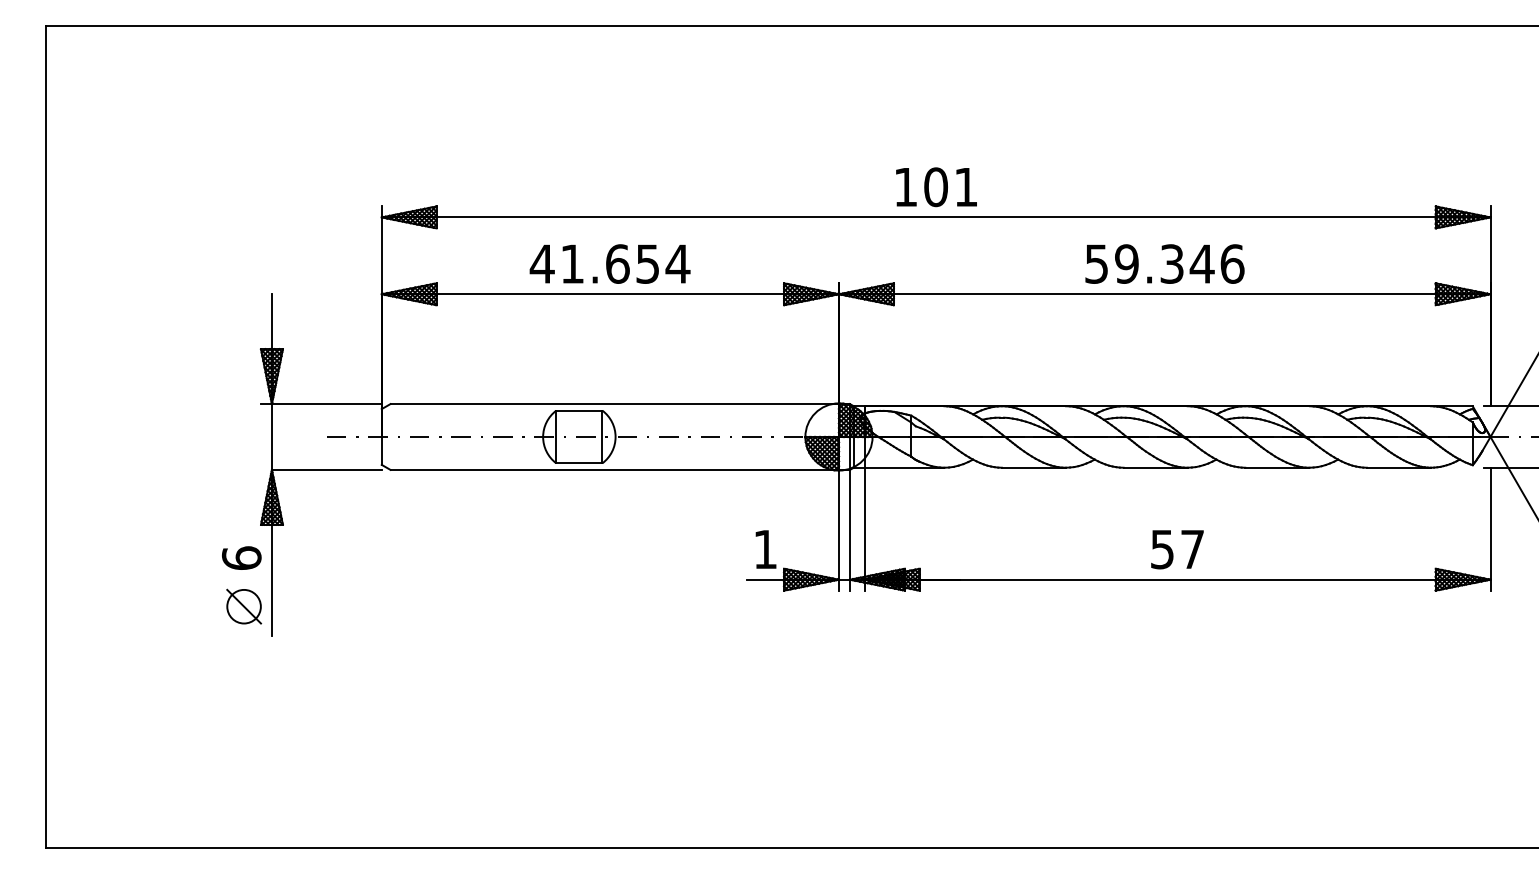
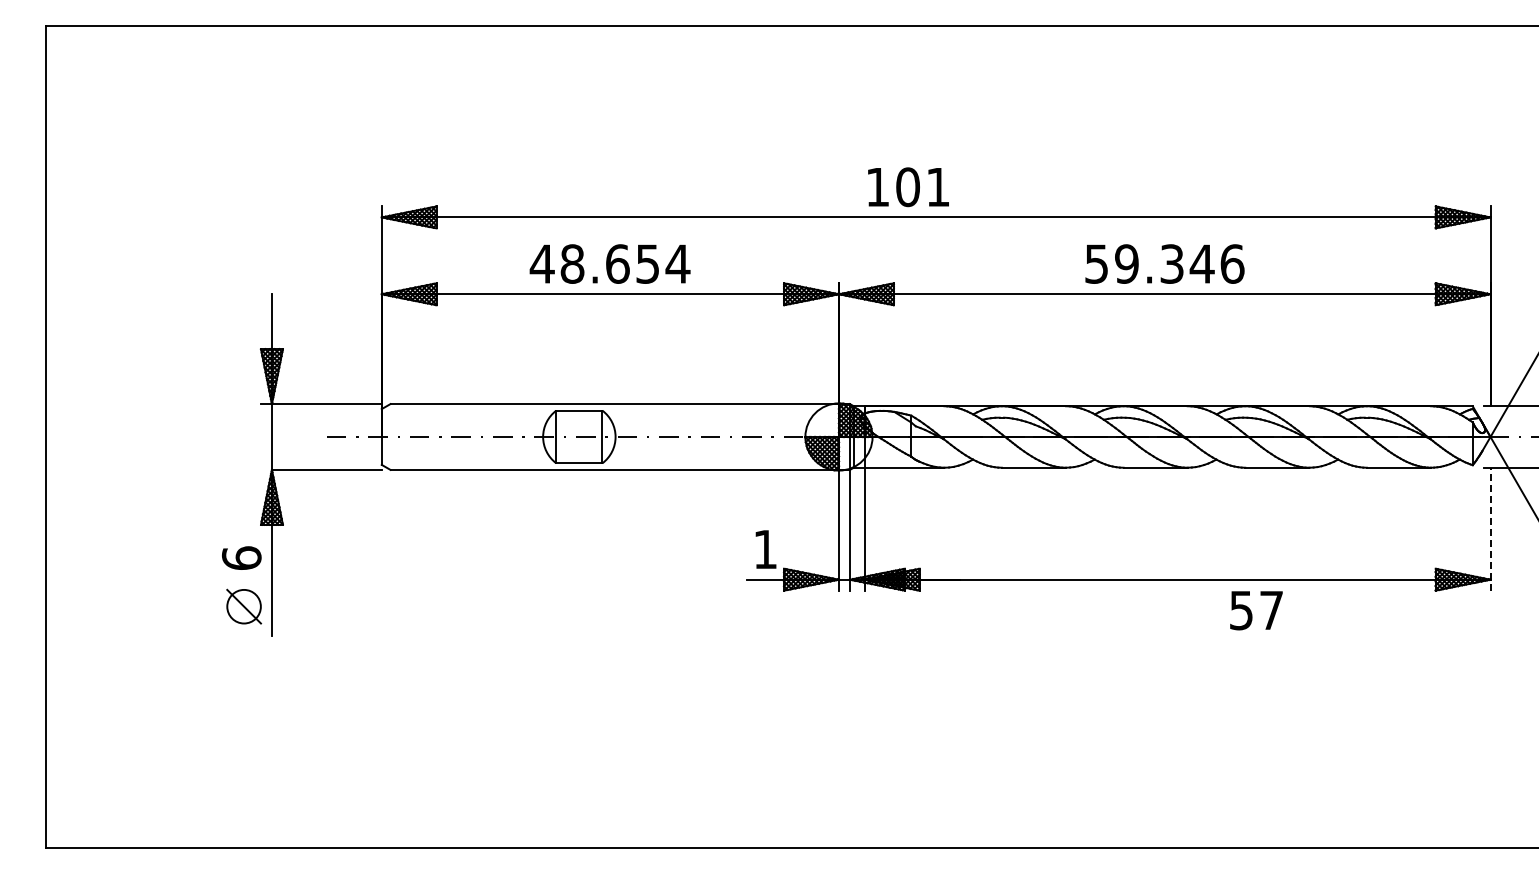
text at (936, 187) position: (936, 187) -> (908, 187)
text at (572, 263): 41.654 -> 48.654
line at (1490, 528): solid -> dashed
text at (1177, 549) position: (1177, 549) -> (1256, 610)
